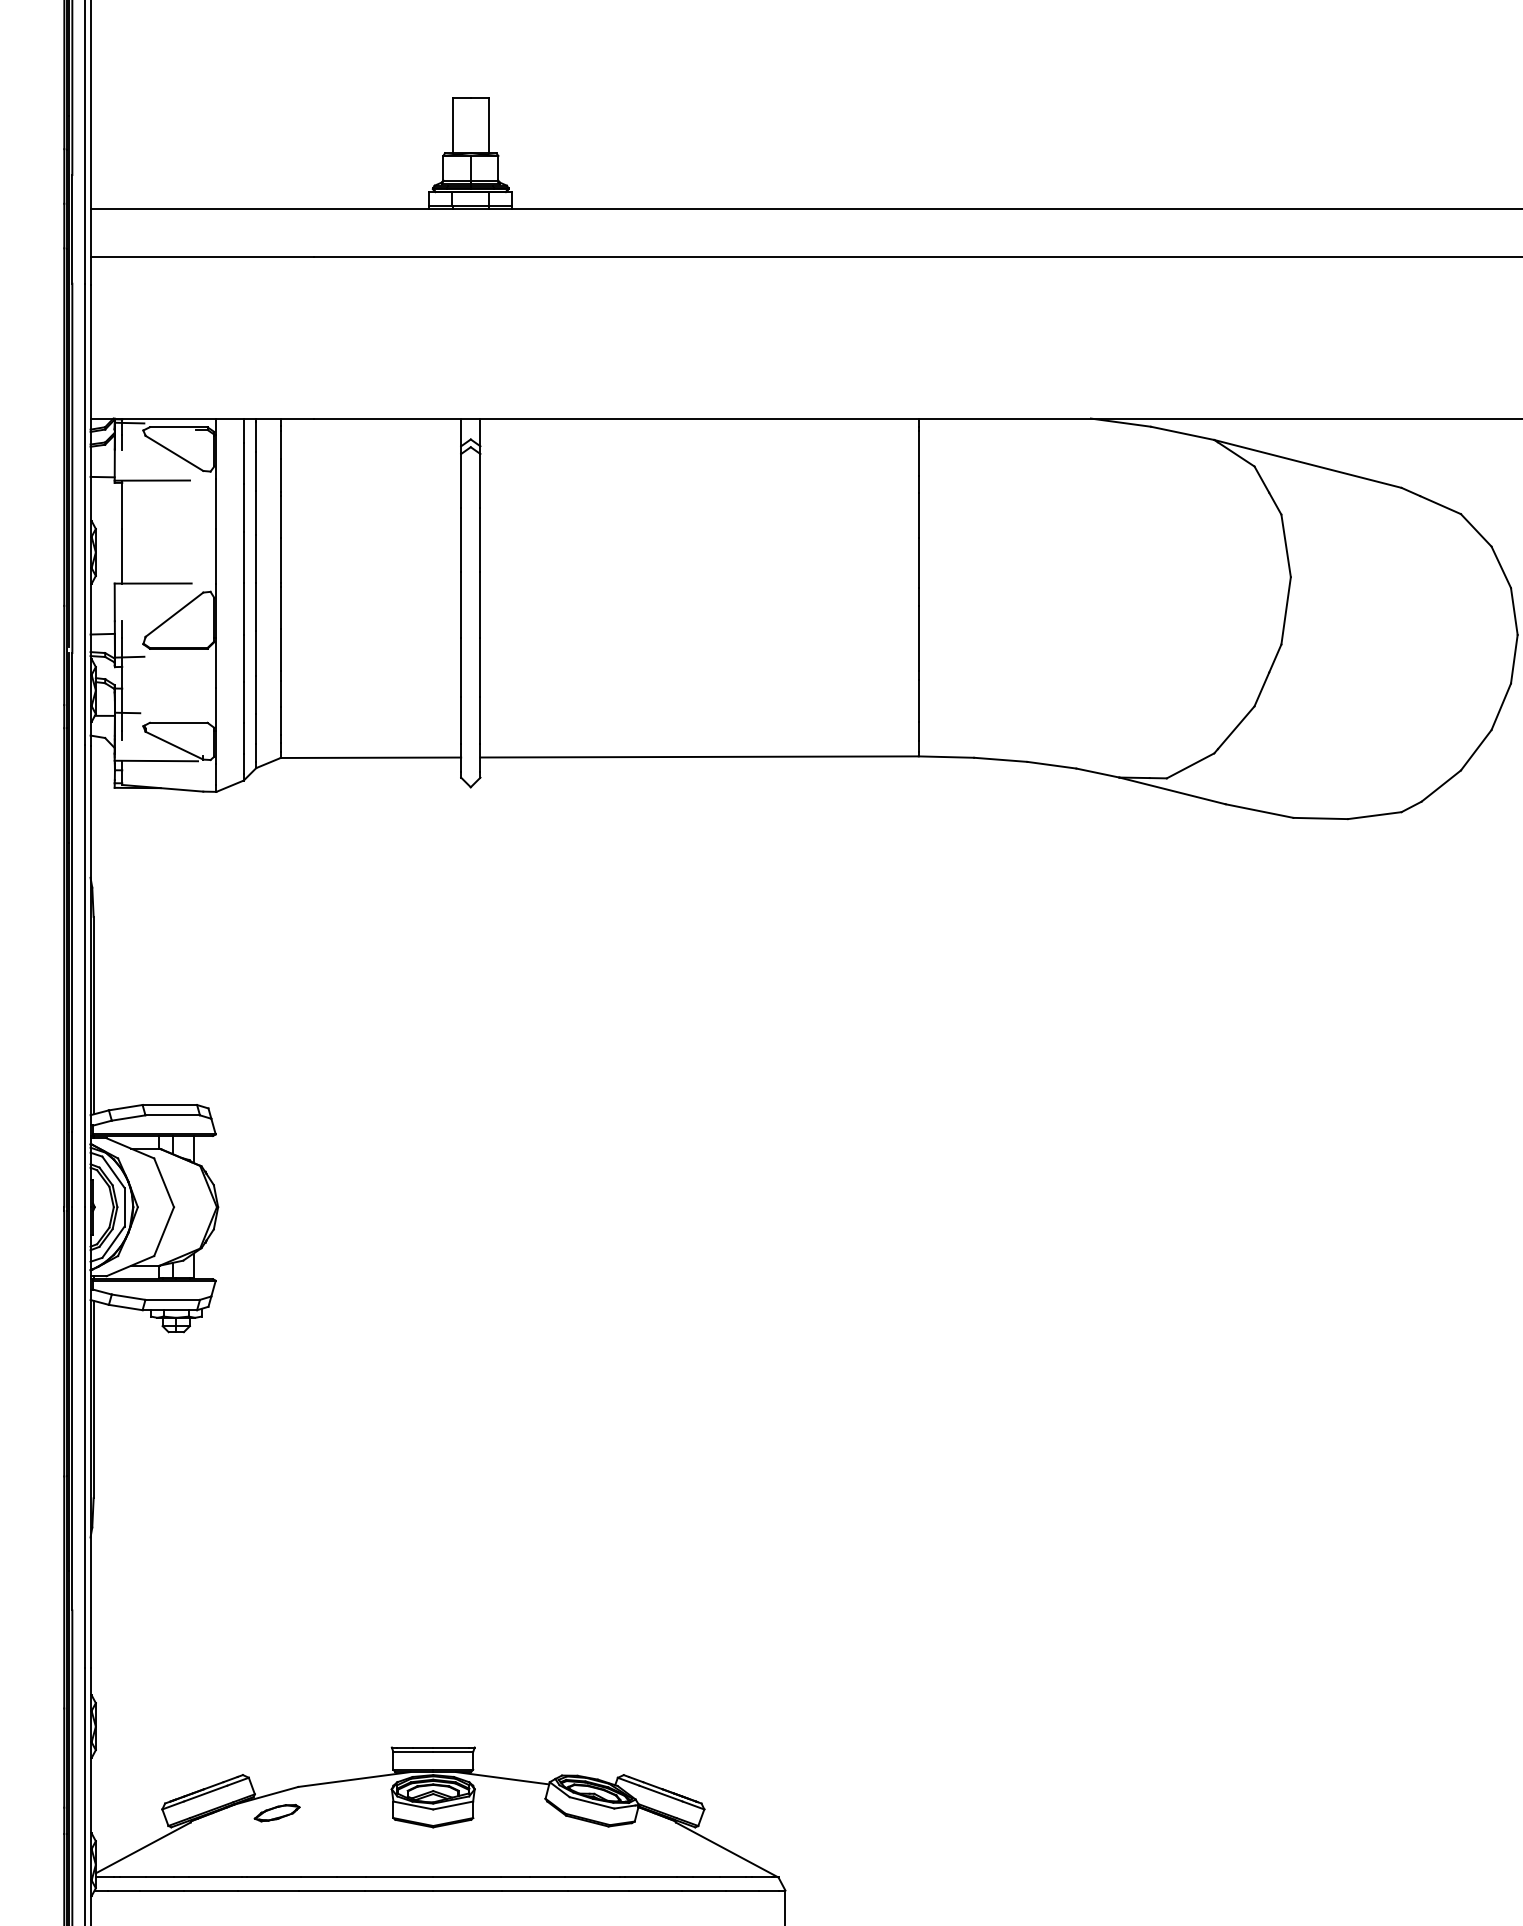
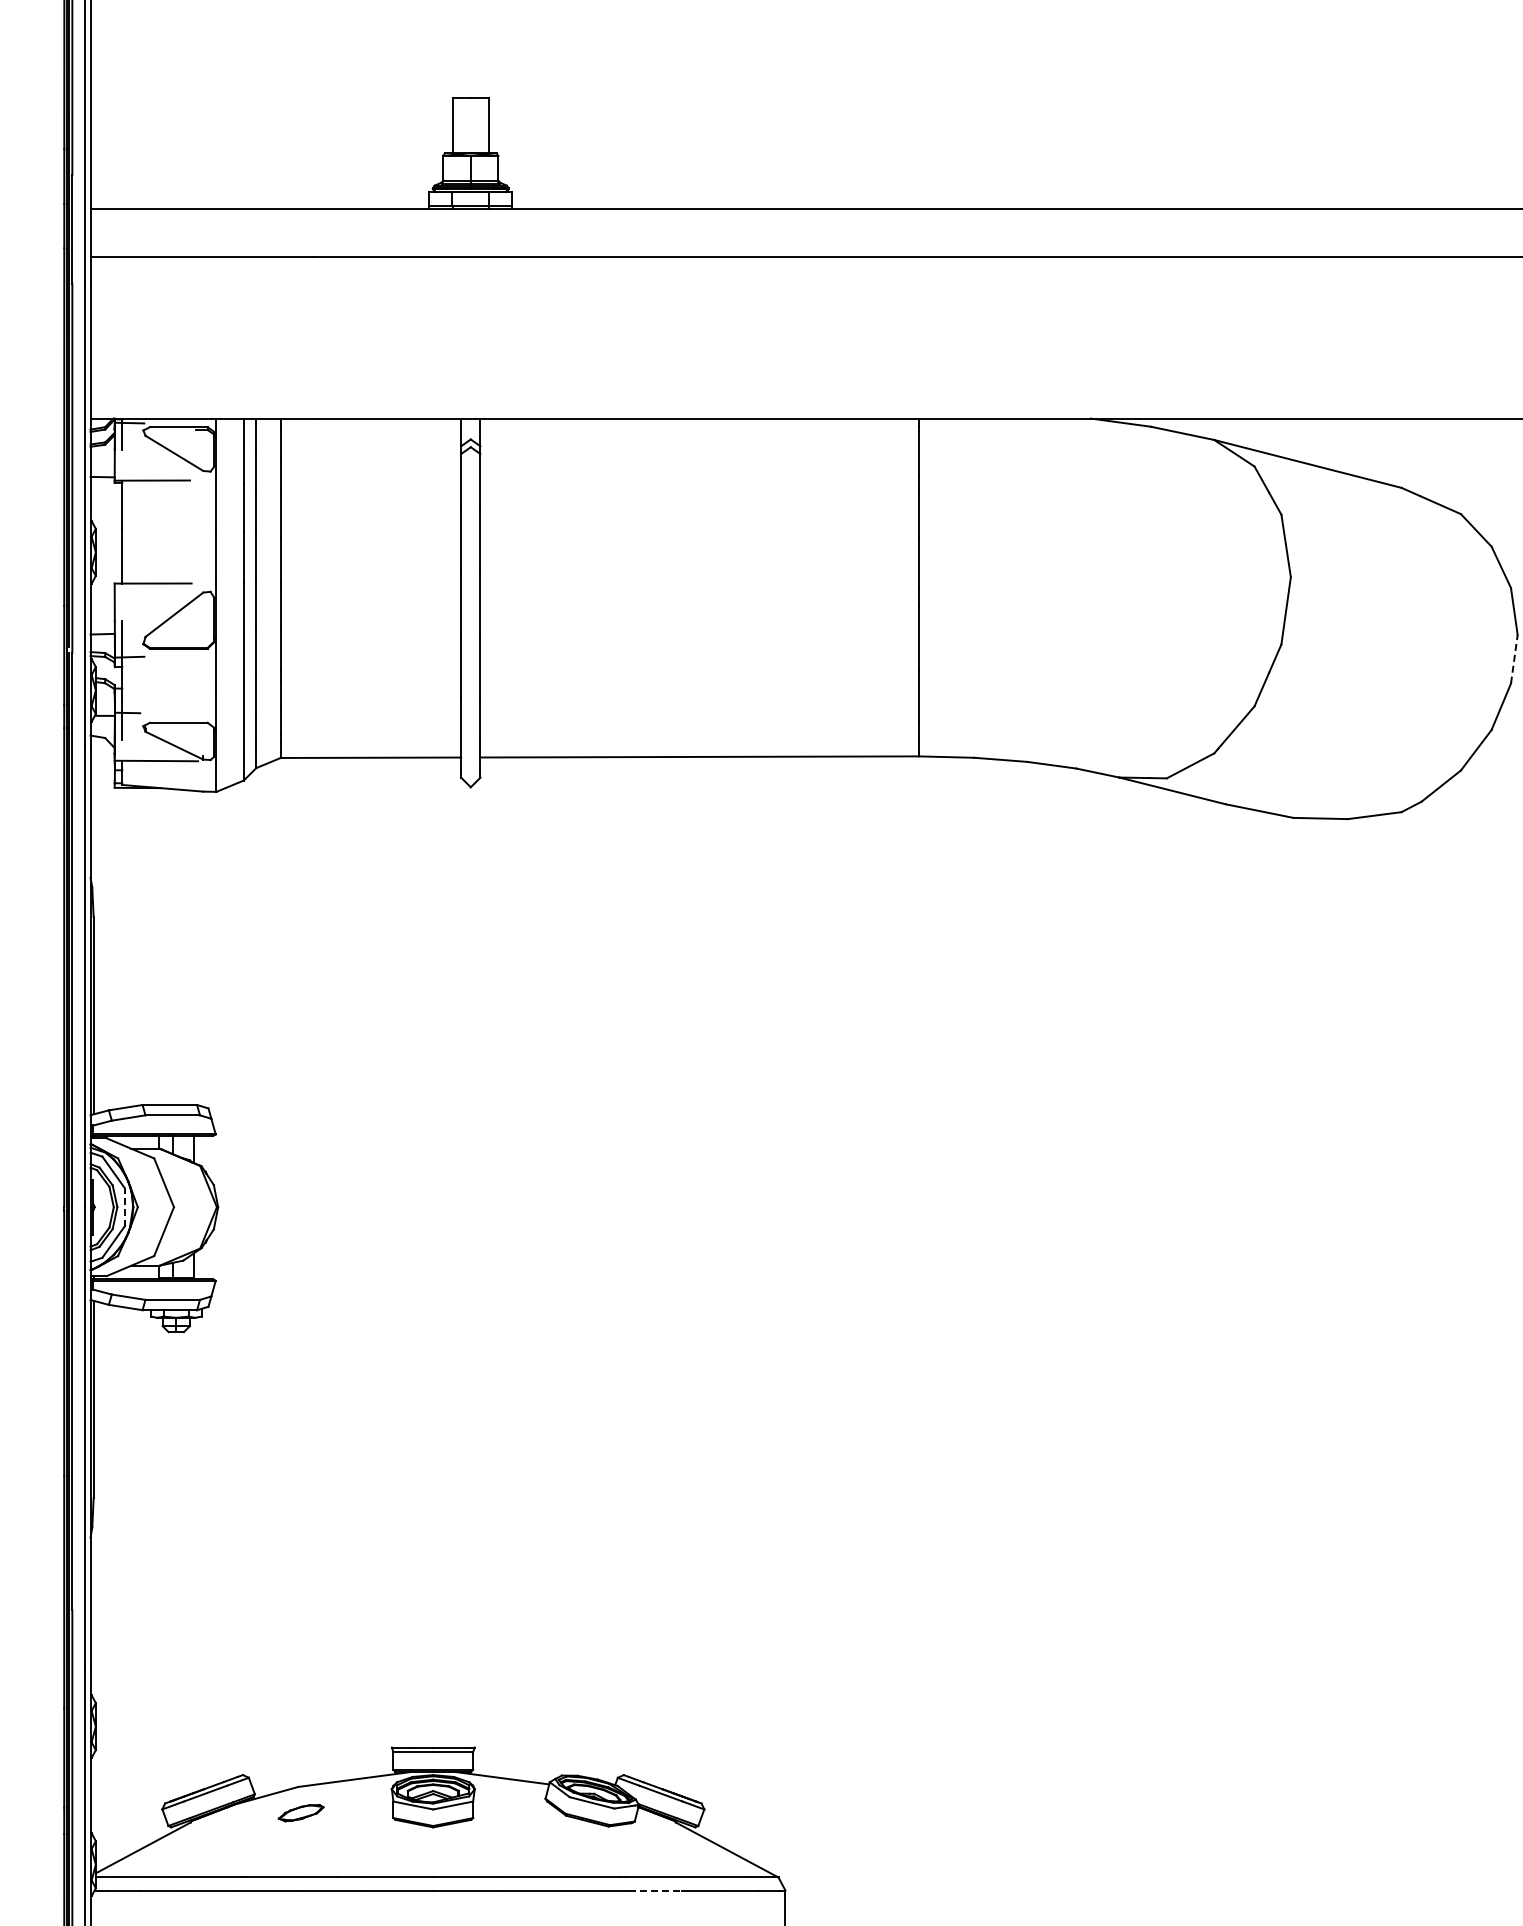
line at (1514, 659): solid -> dashed
line at (124, 1206): solid -> dashed
part at (276, 1813) position: (276, 1813) -> (300, 1813)
line at (655, 1890): solid -> dashed
